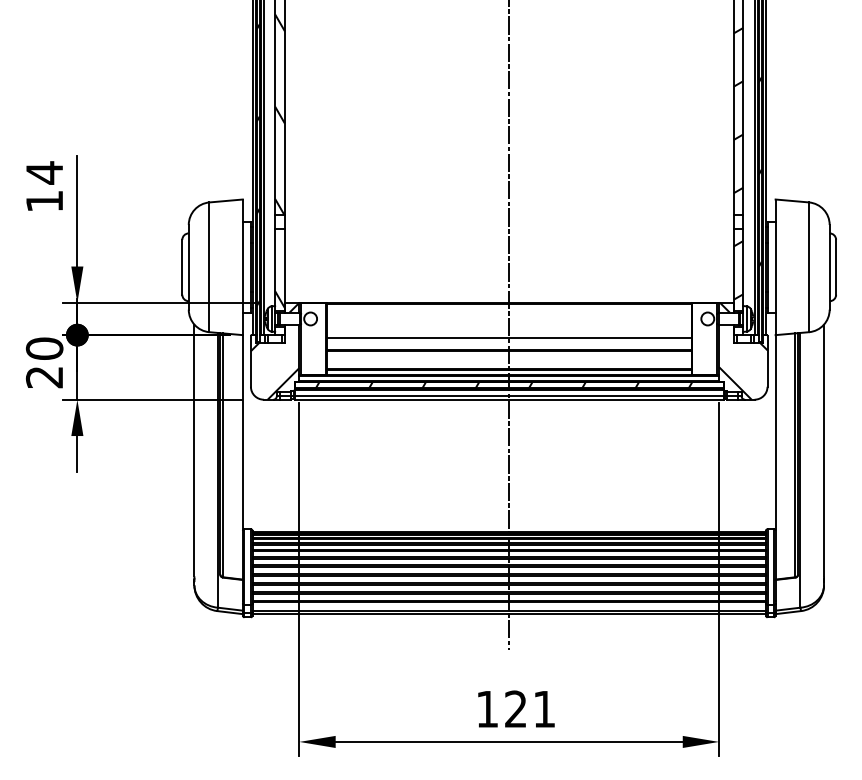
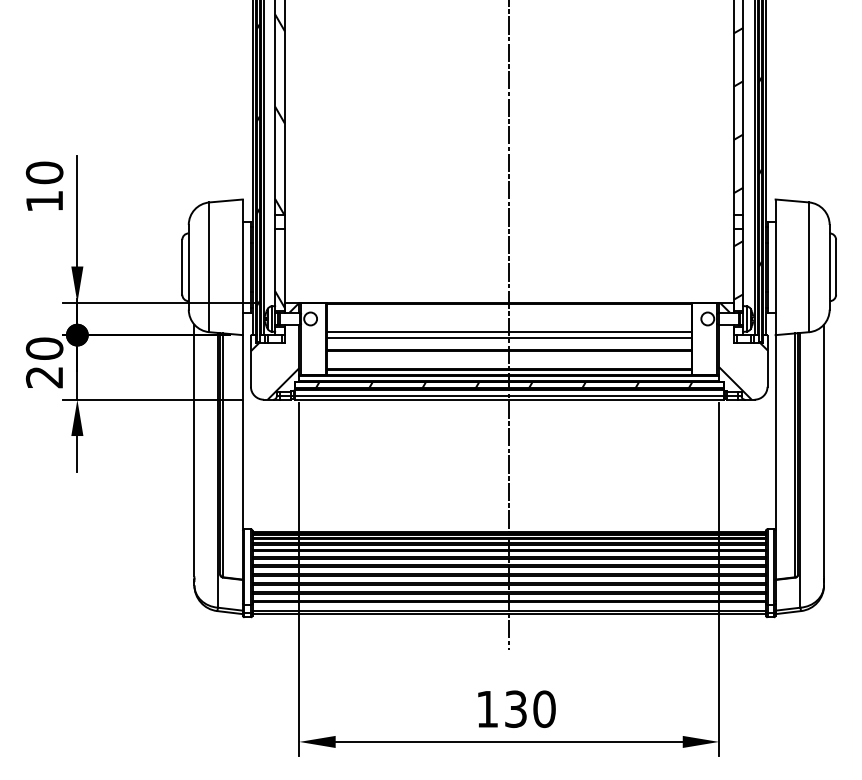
text at (44, 172): 14 -> 10
line at (508, 331): none -> present
text at (530, 709): 121 -> 130
